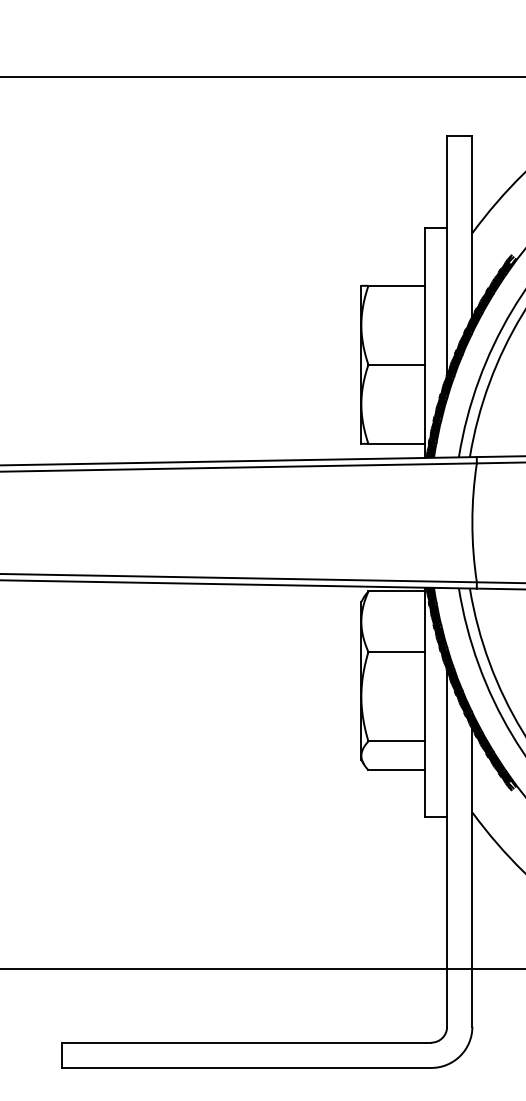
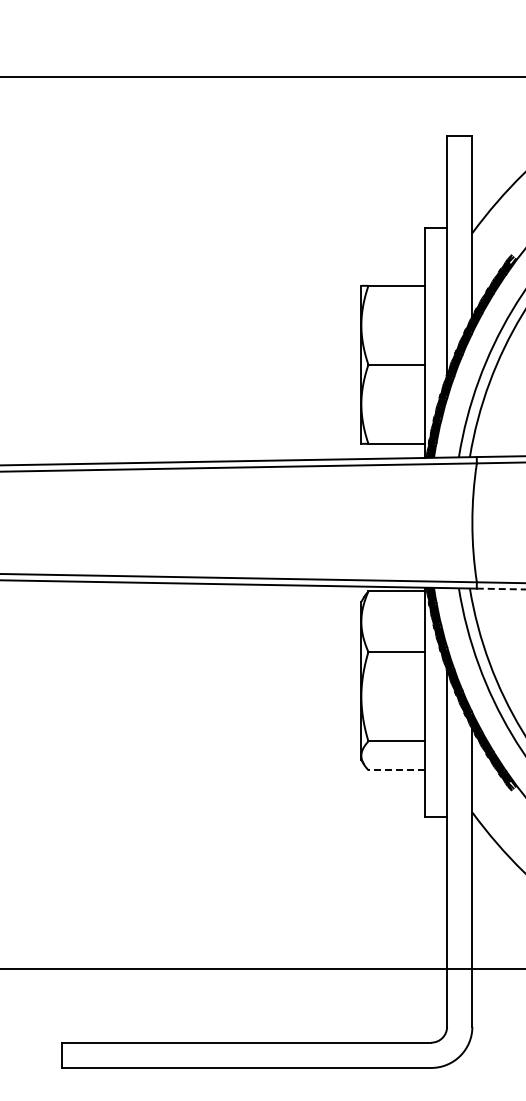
line at (501, 589): solid -> dashed
line at (396, 770): solid -> dashed
